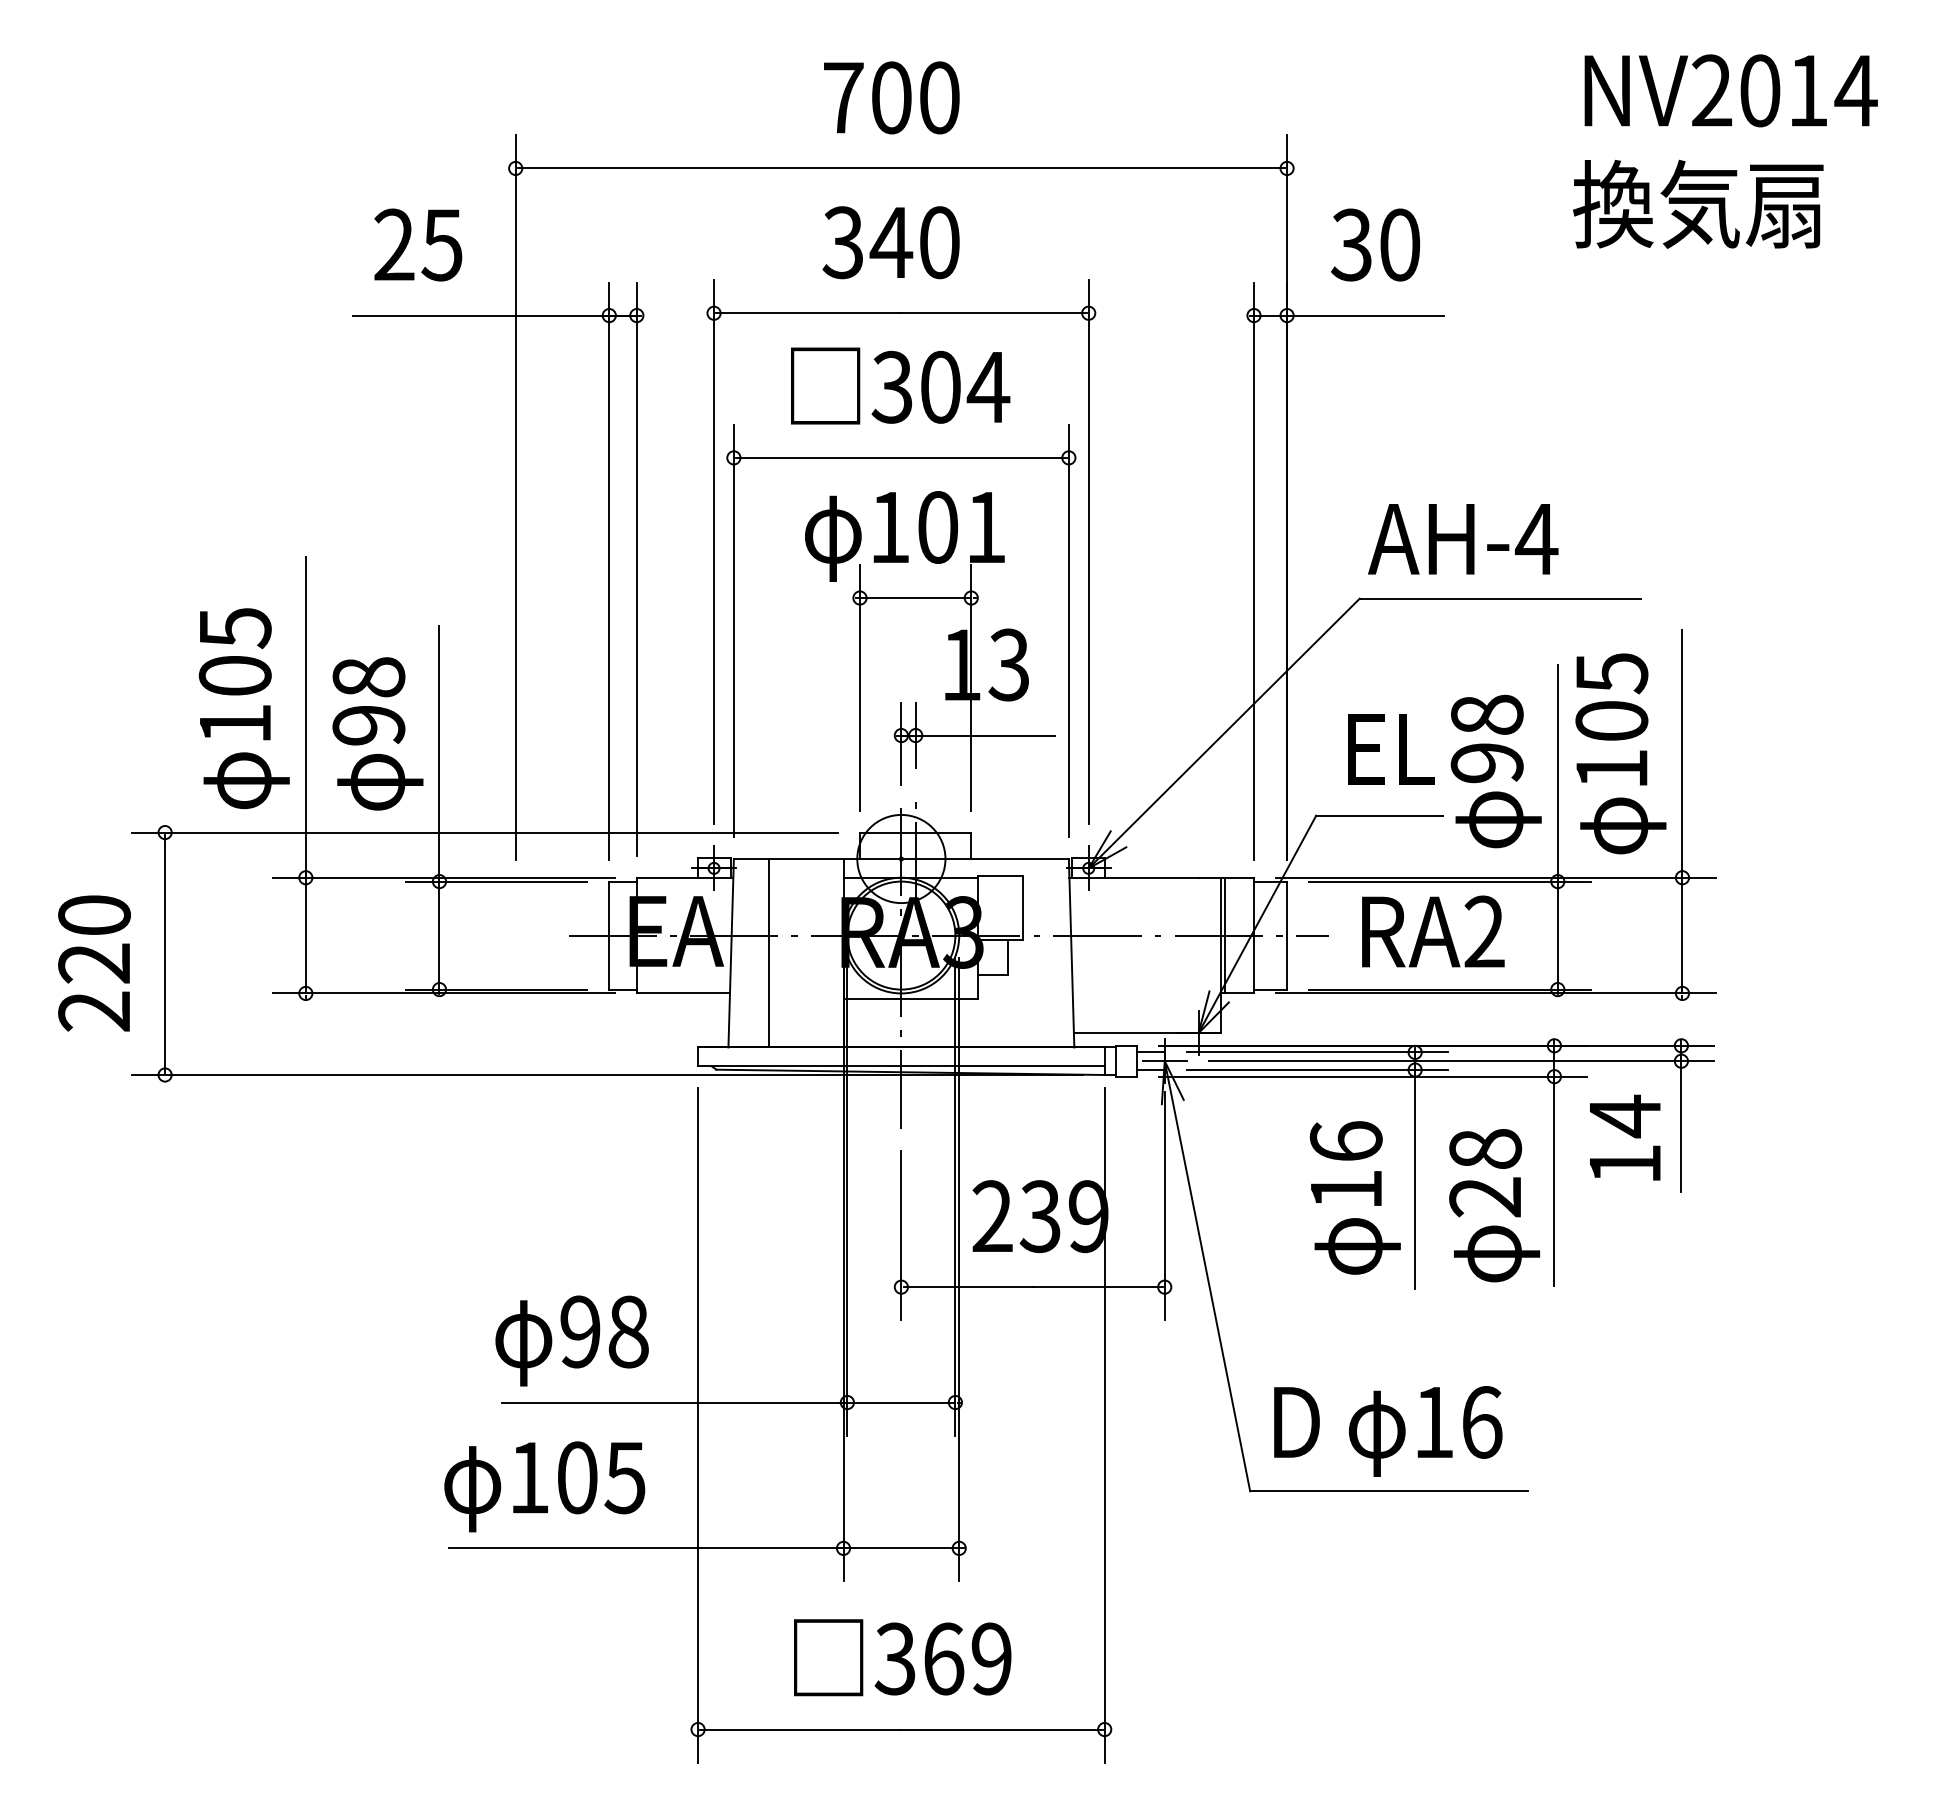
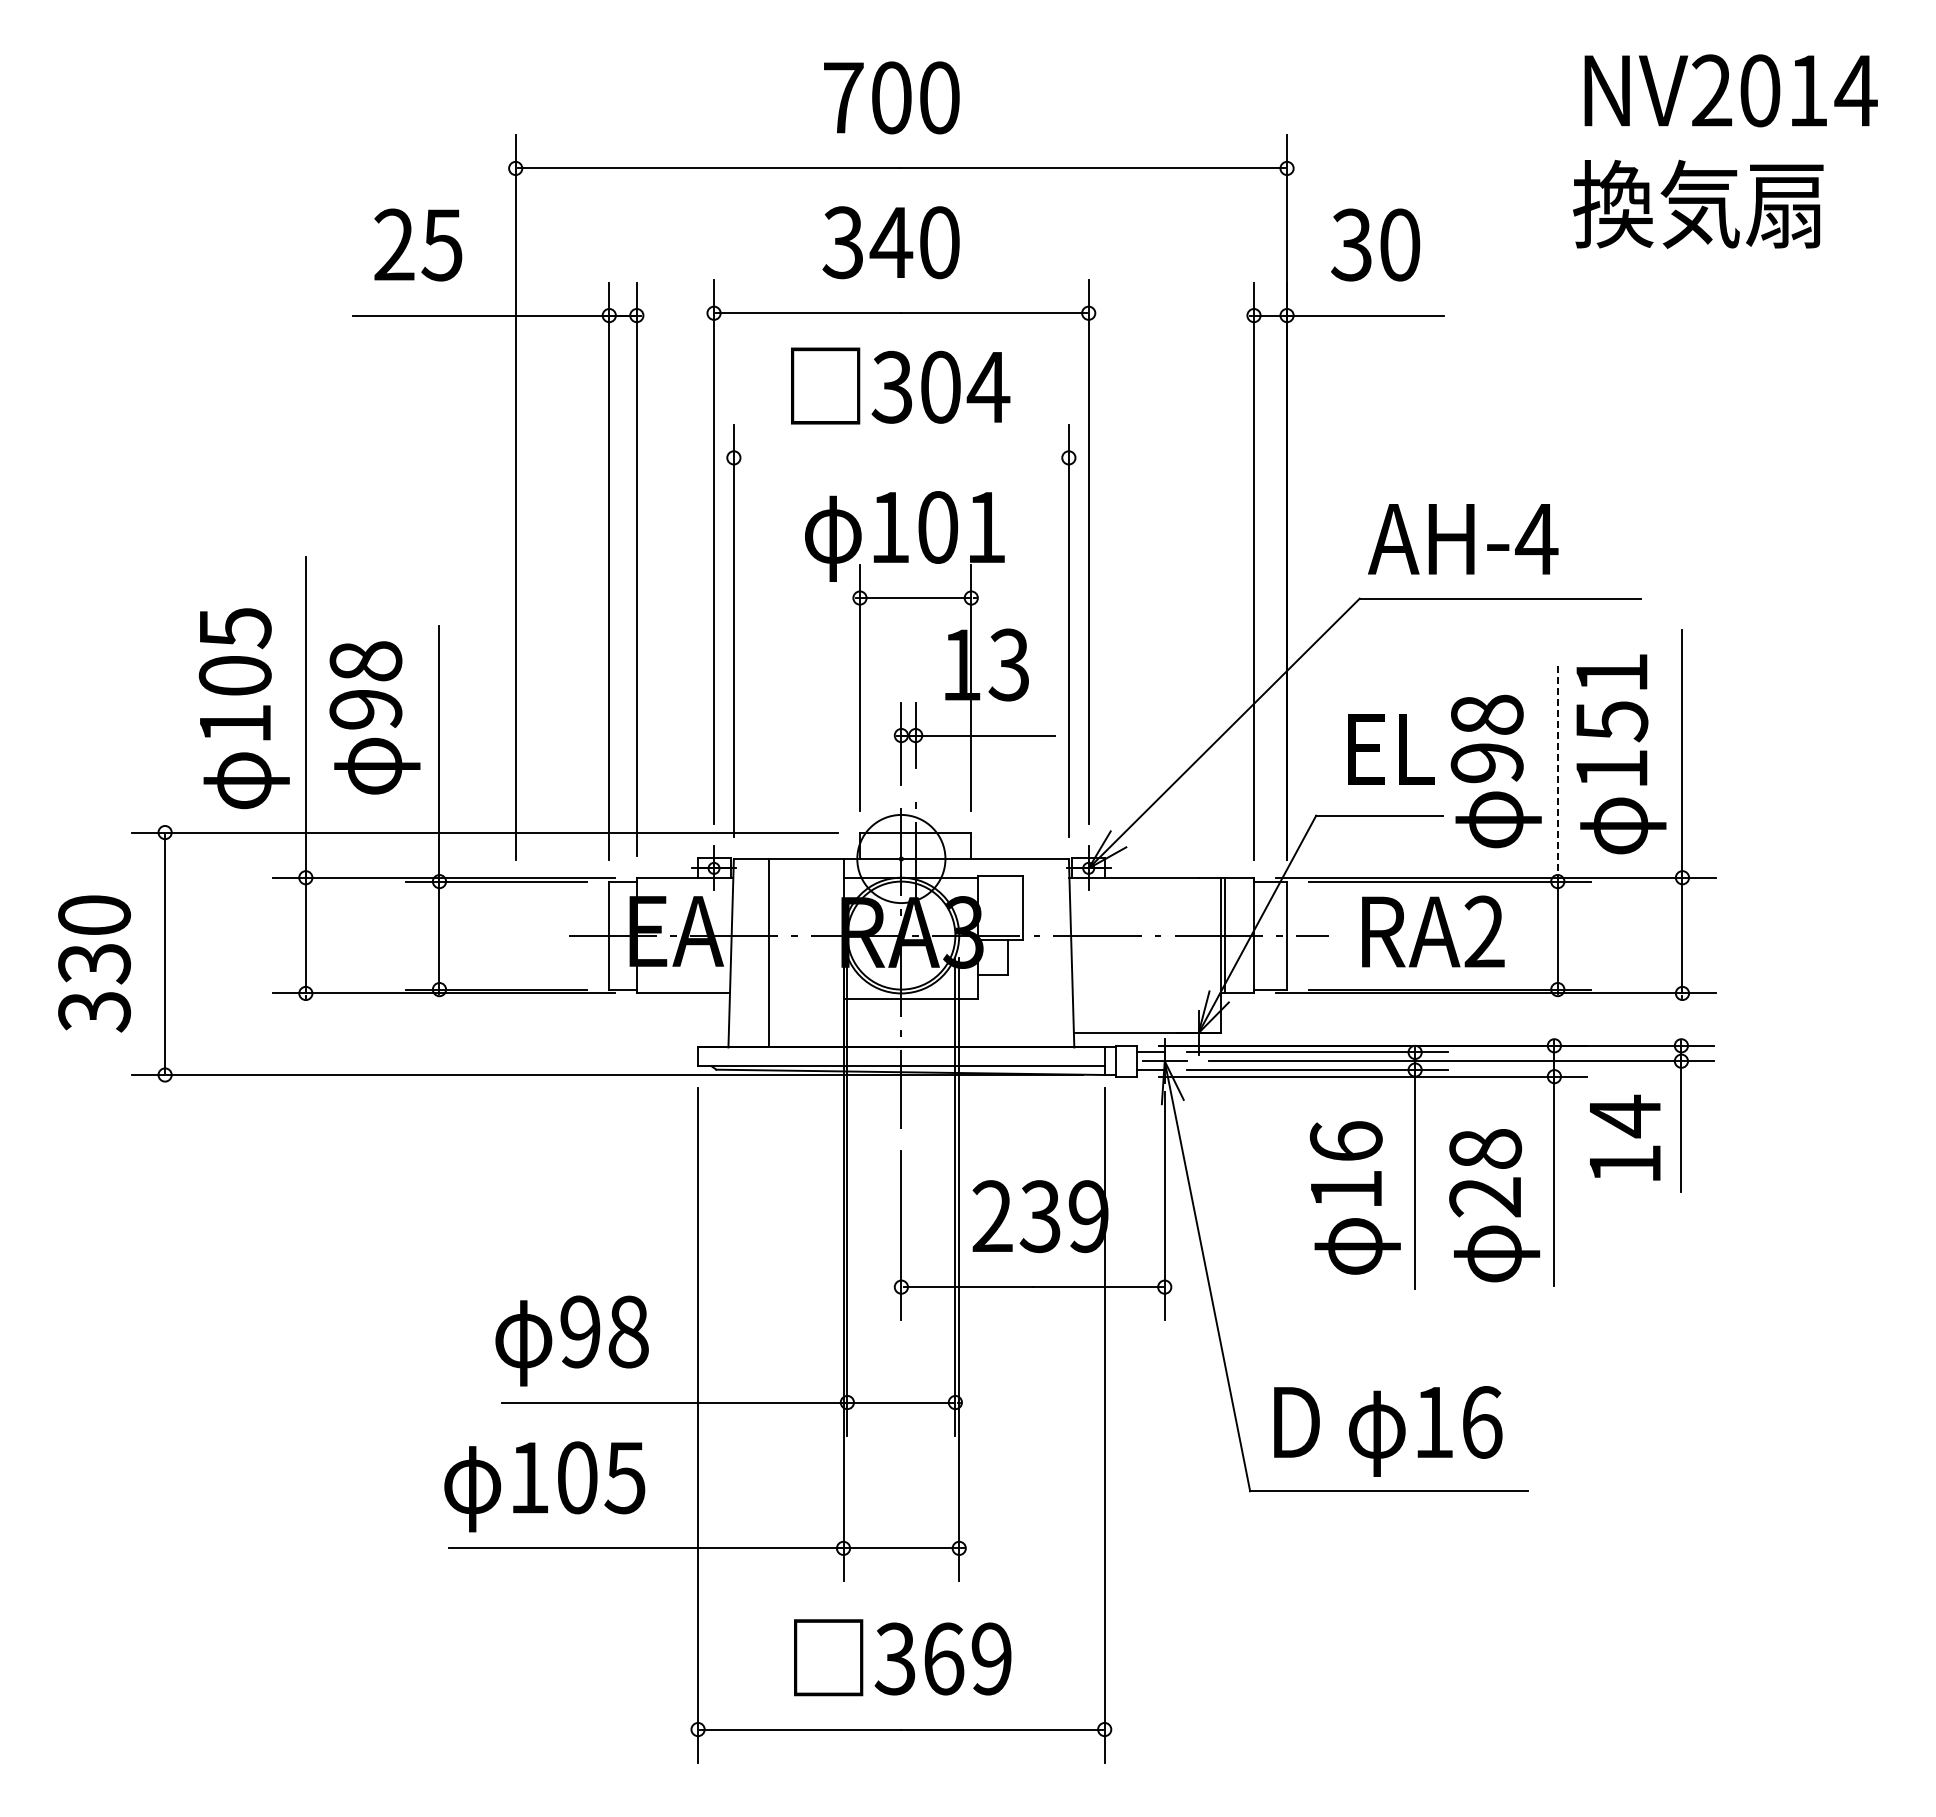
line at (901, 457): present -> none
text at (1611, 697): 105 -> 151
text at (377, 733) position: (377, 733) -> (374, 717)
line at (1557, 772): solid -> dashed
text at (94, 987): 220 -> 330
